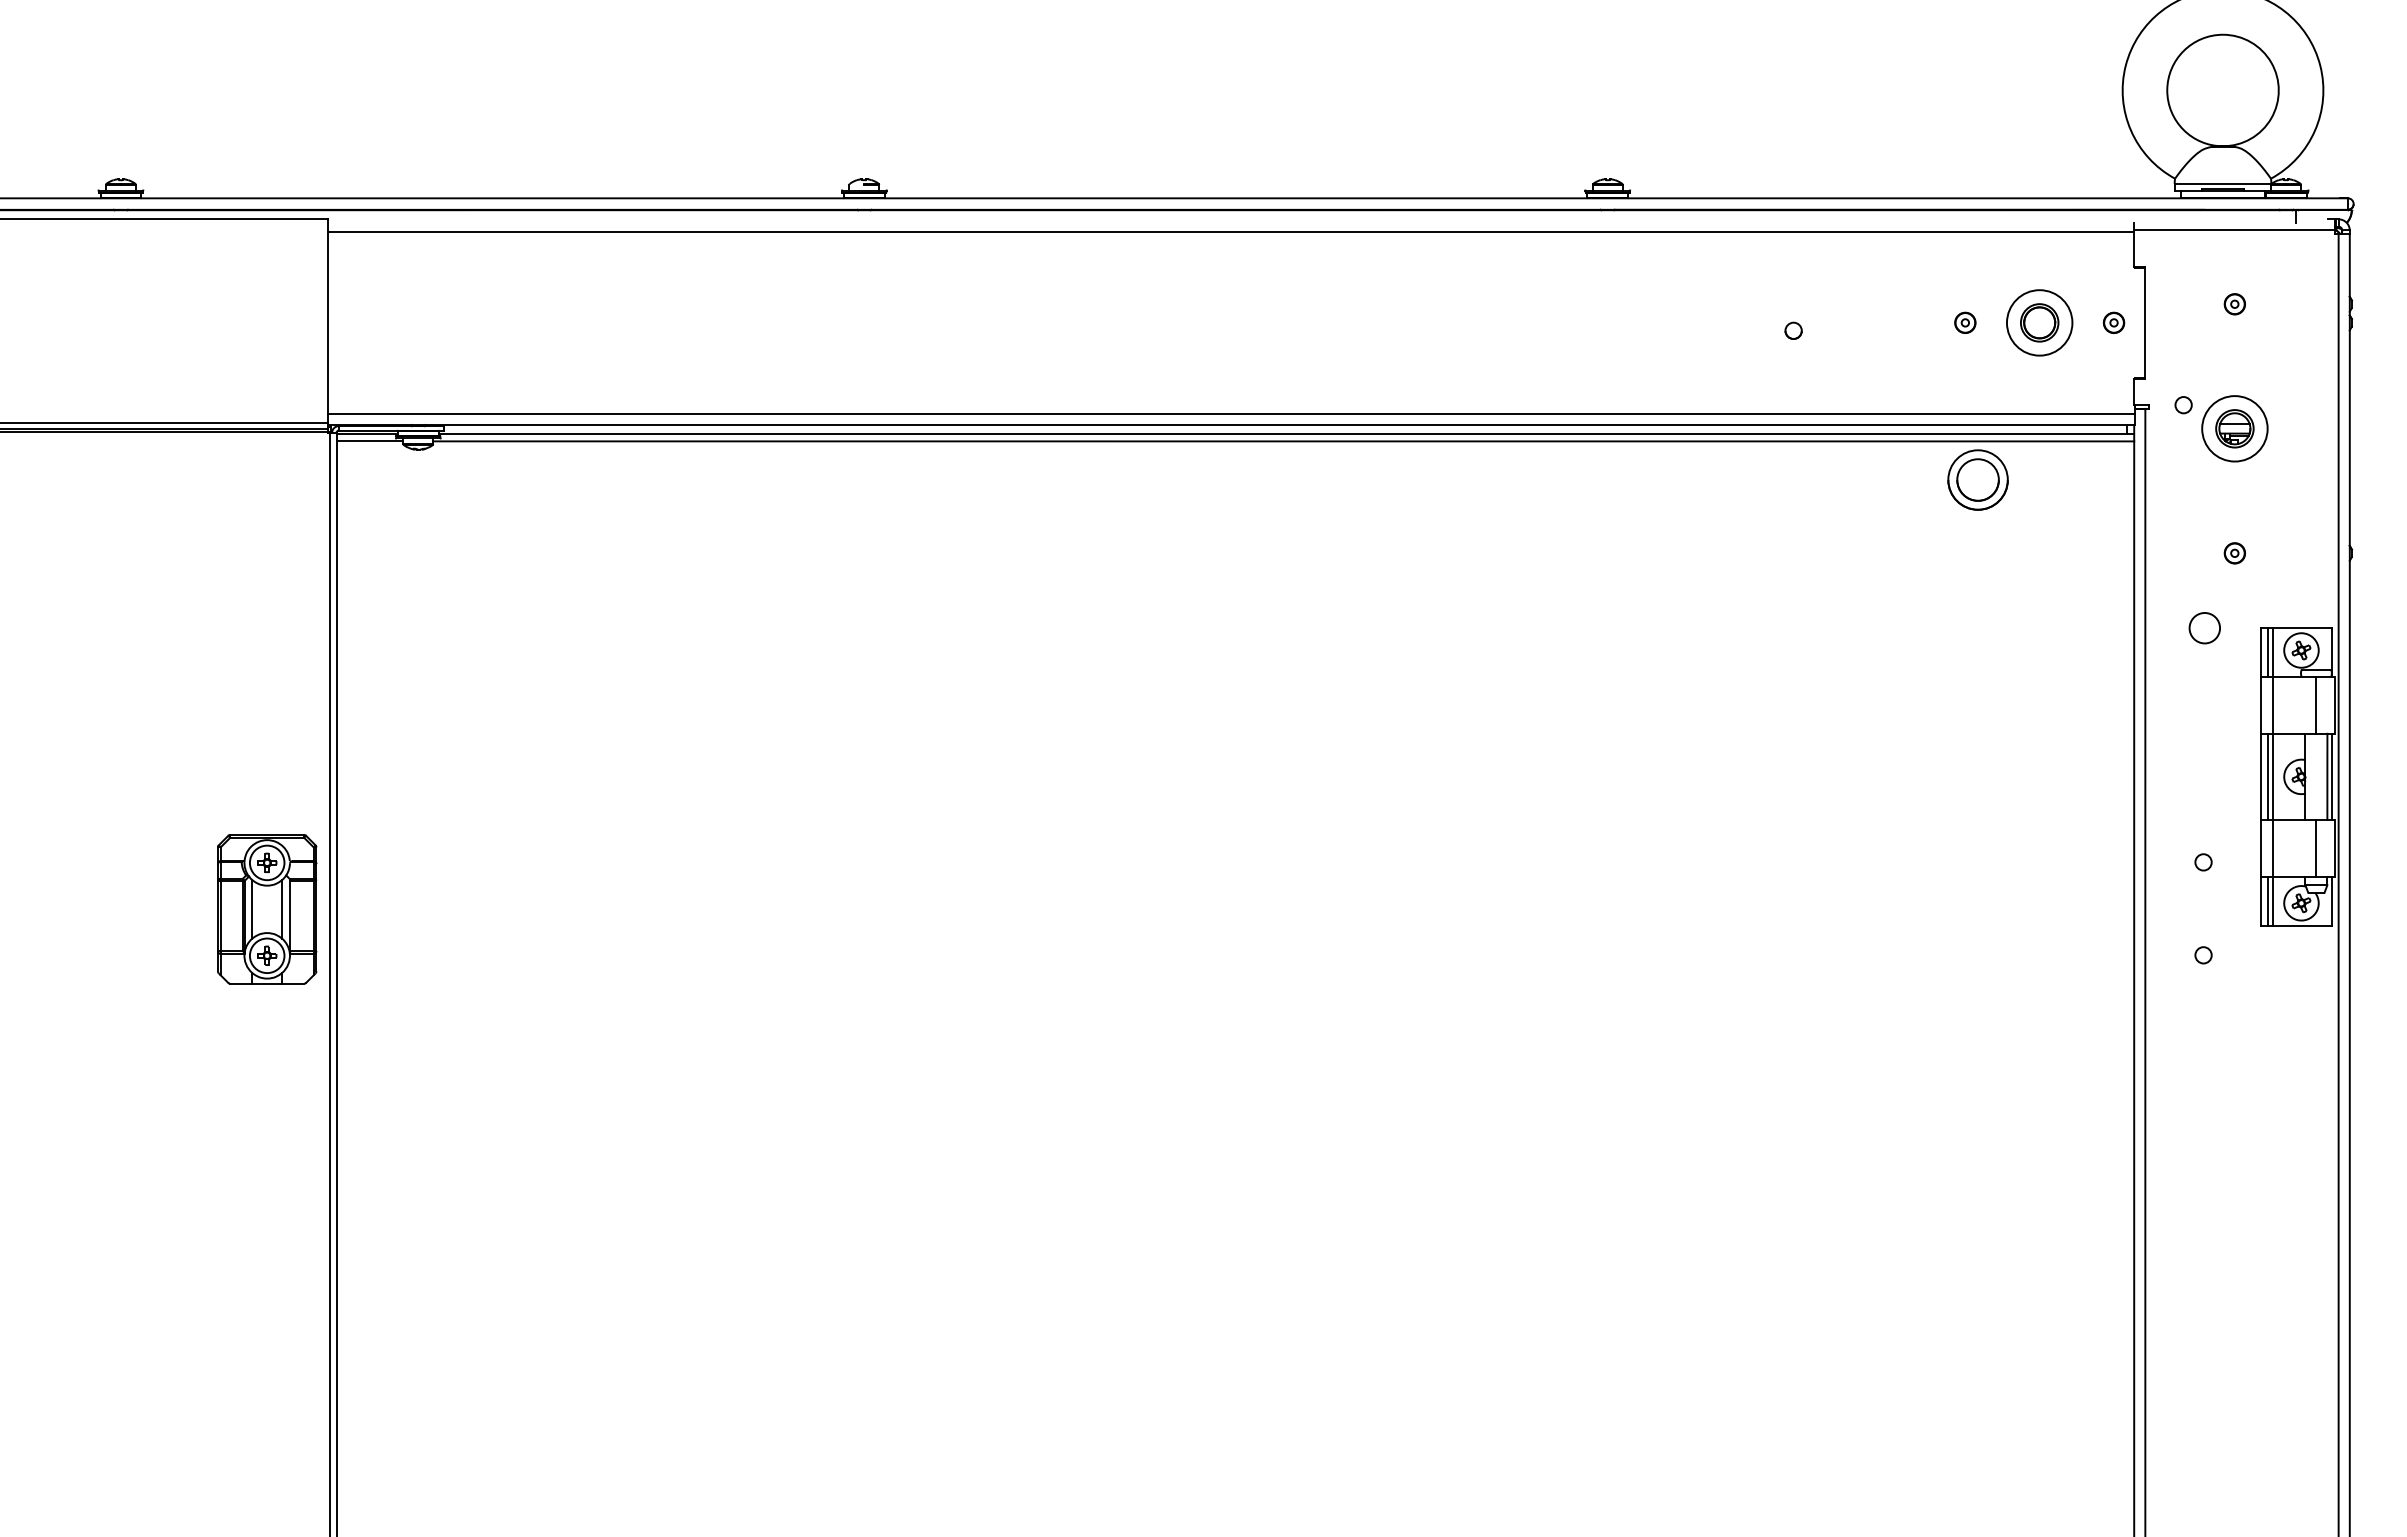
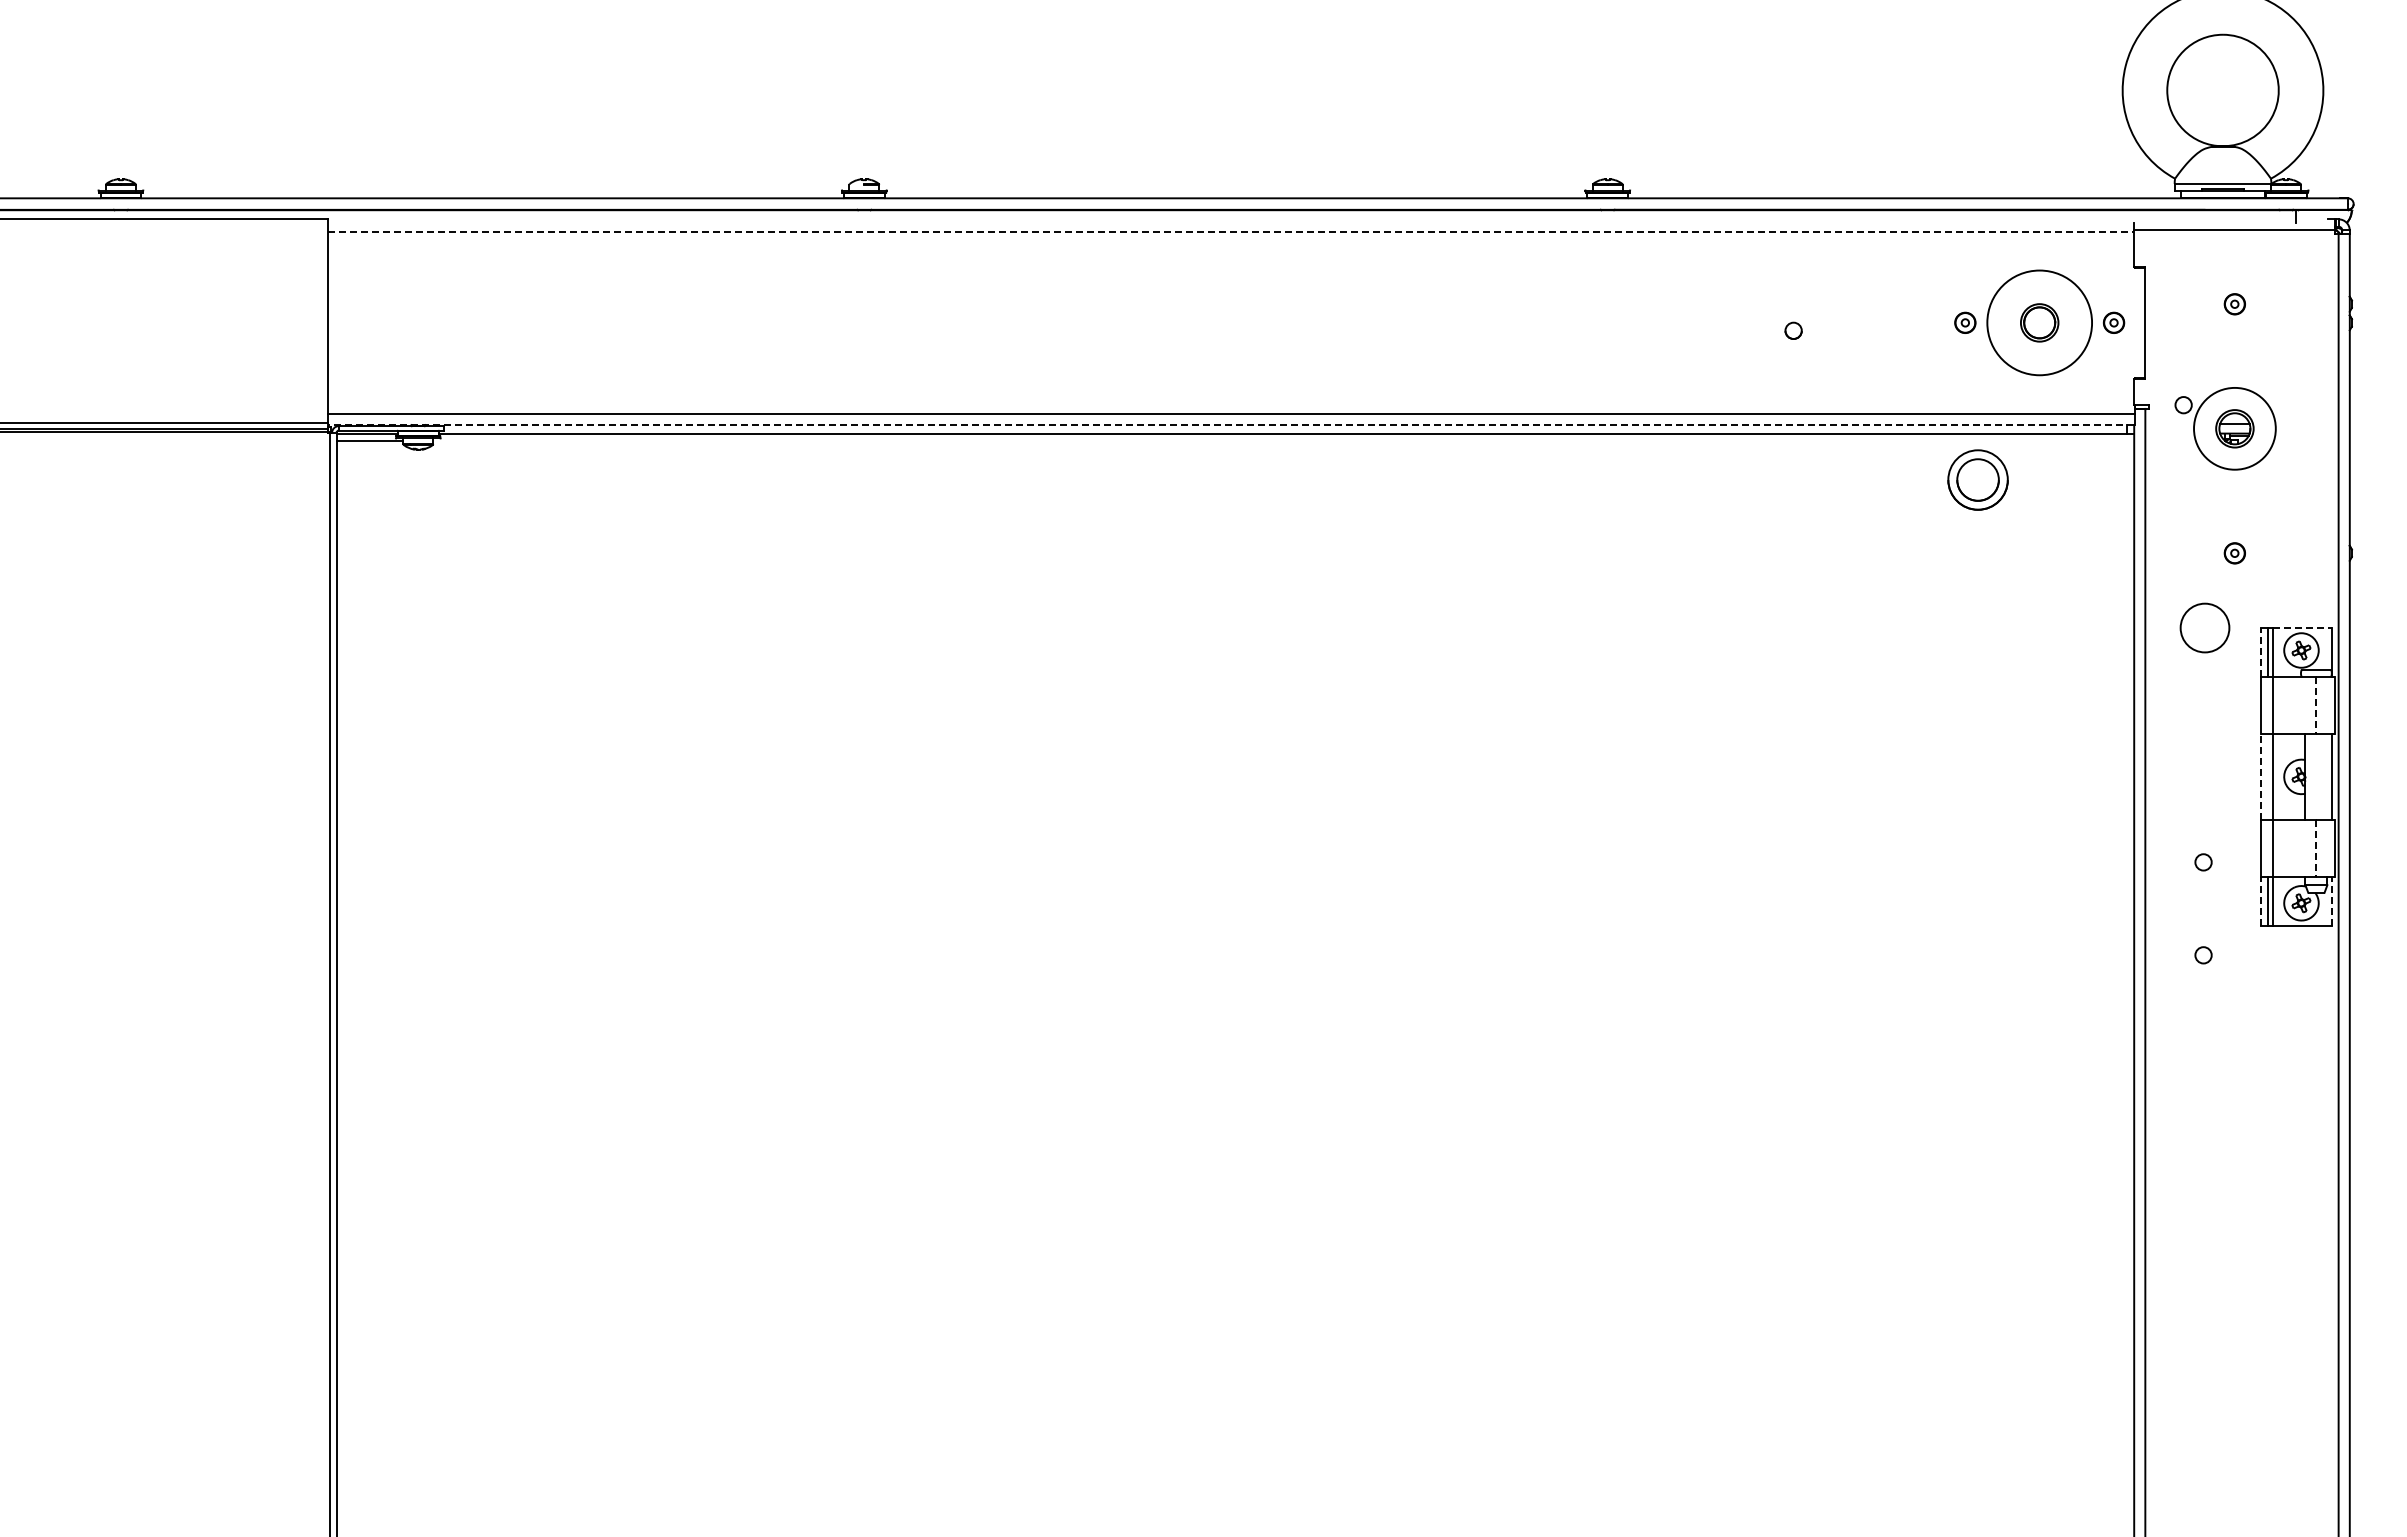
line at (1231, 231): solid -> dashed
circle at (2039, 322) diameter: 65 px -> 105 px
line at (1230, 425): solid -> dashed
circle at (2234, 428) diameter: 65 px -> 82 px
line at (1283, 441): present -> none
circle at (2204, 628) size: 33x33 px -> 52x52 px
line at (2302, 628): solid -> dashed
line at (2260, 652): solid -> dashed
line at (2316, 705): solid -> dashed
line at (2260, 776): solid -> dashed
line at (2268, 776): present -> none
line at (2327, 776): present -> none
line at (2316, 848): solid -> dashed
line at (2260, 900): solid -> dashed
line at (2332, 900): solid -> dashed
part at (267, 909): present -> none
